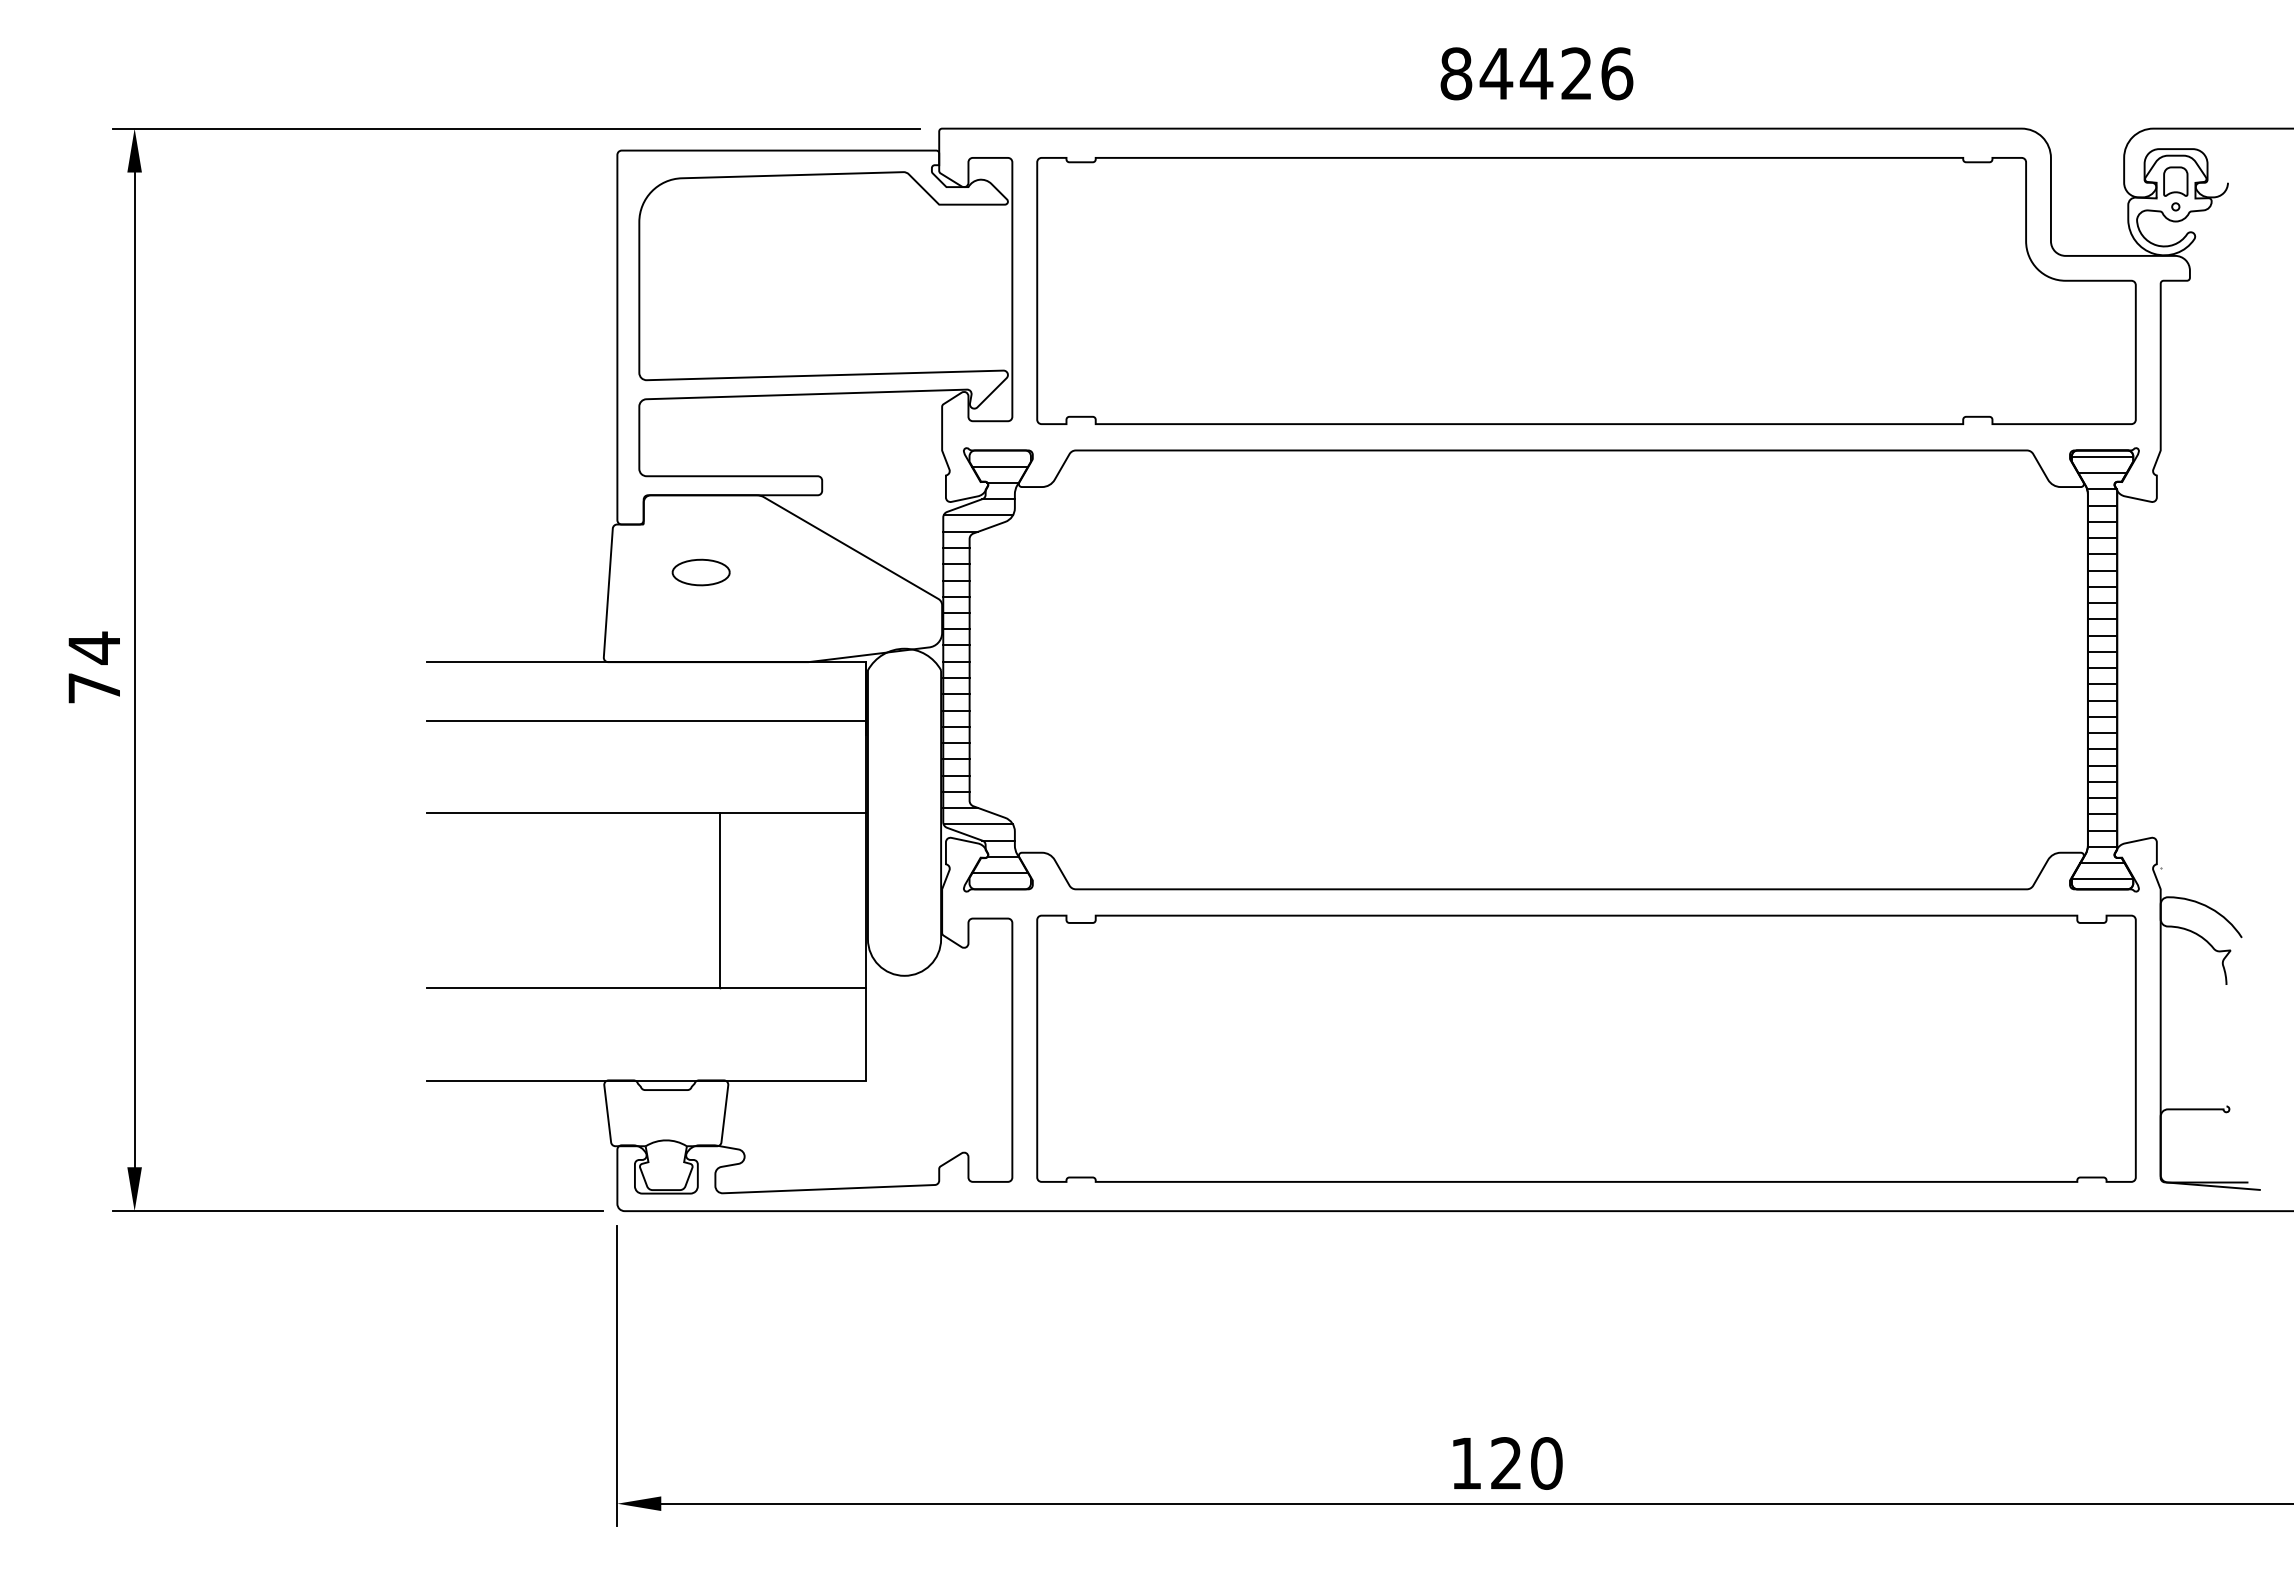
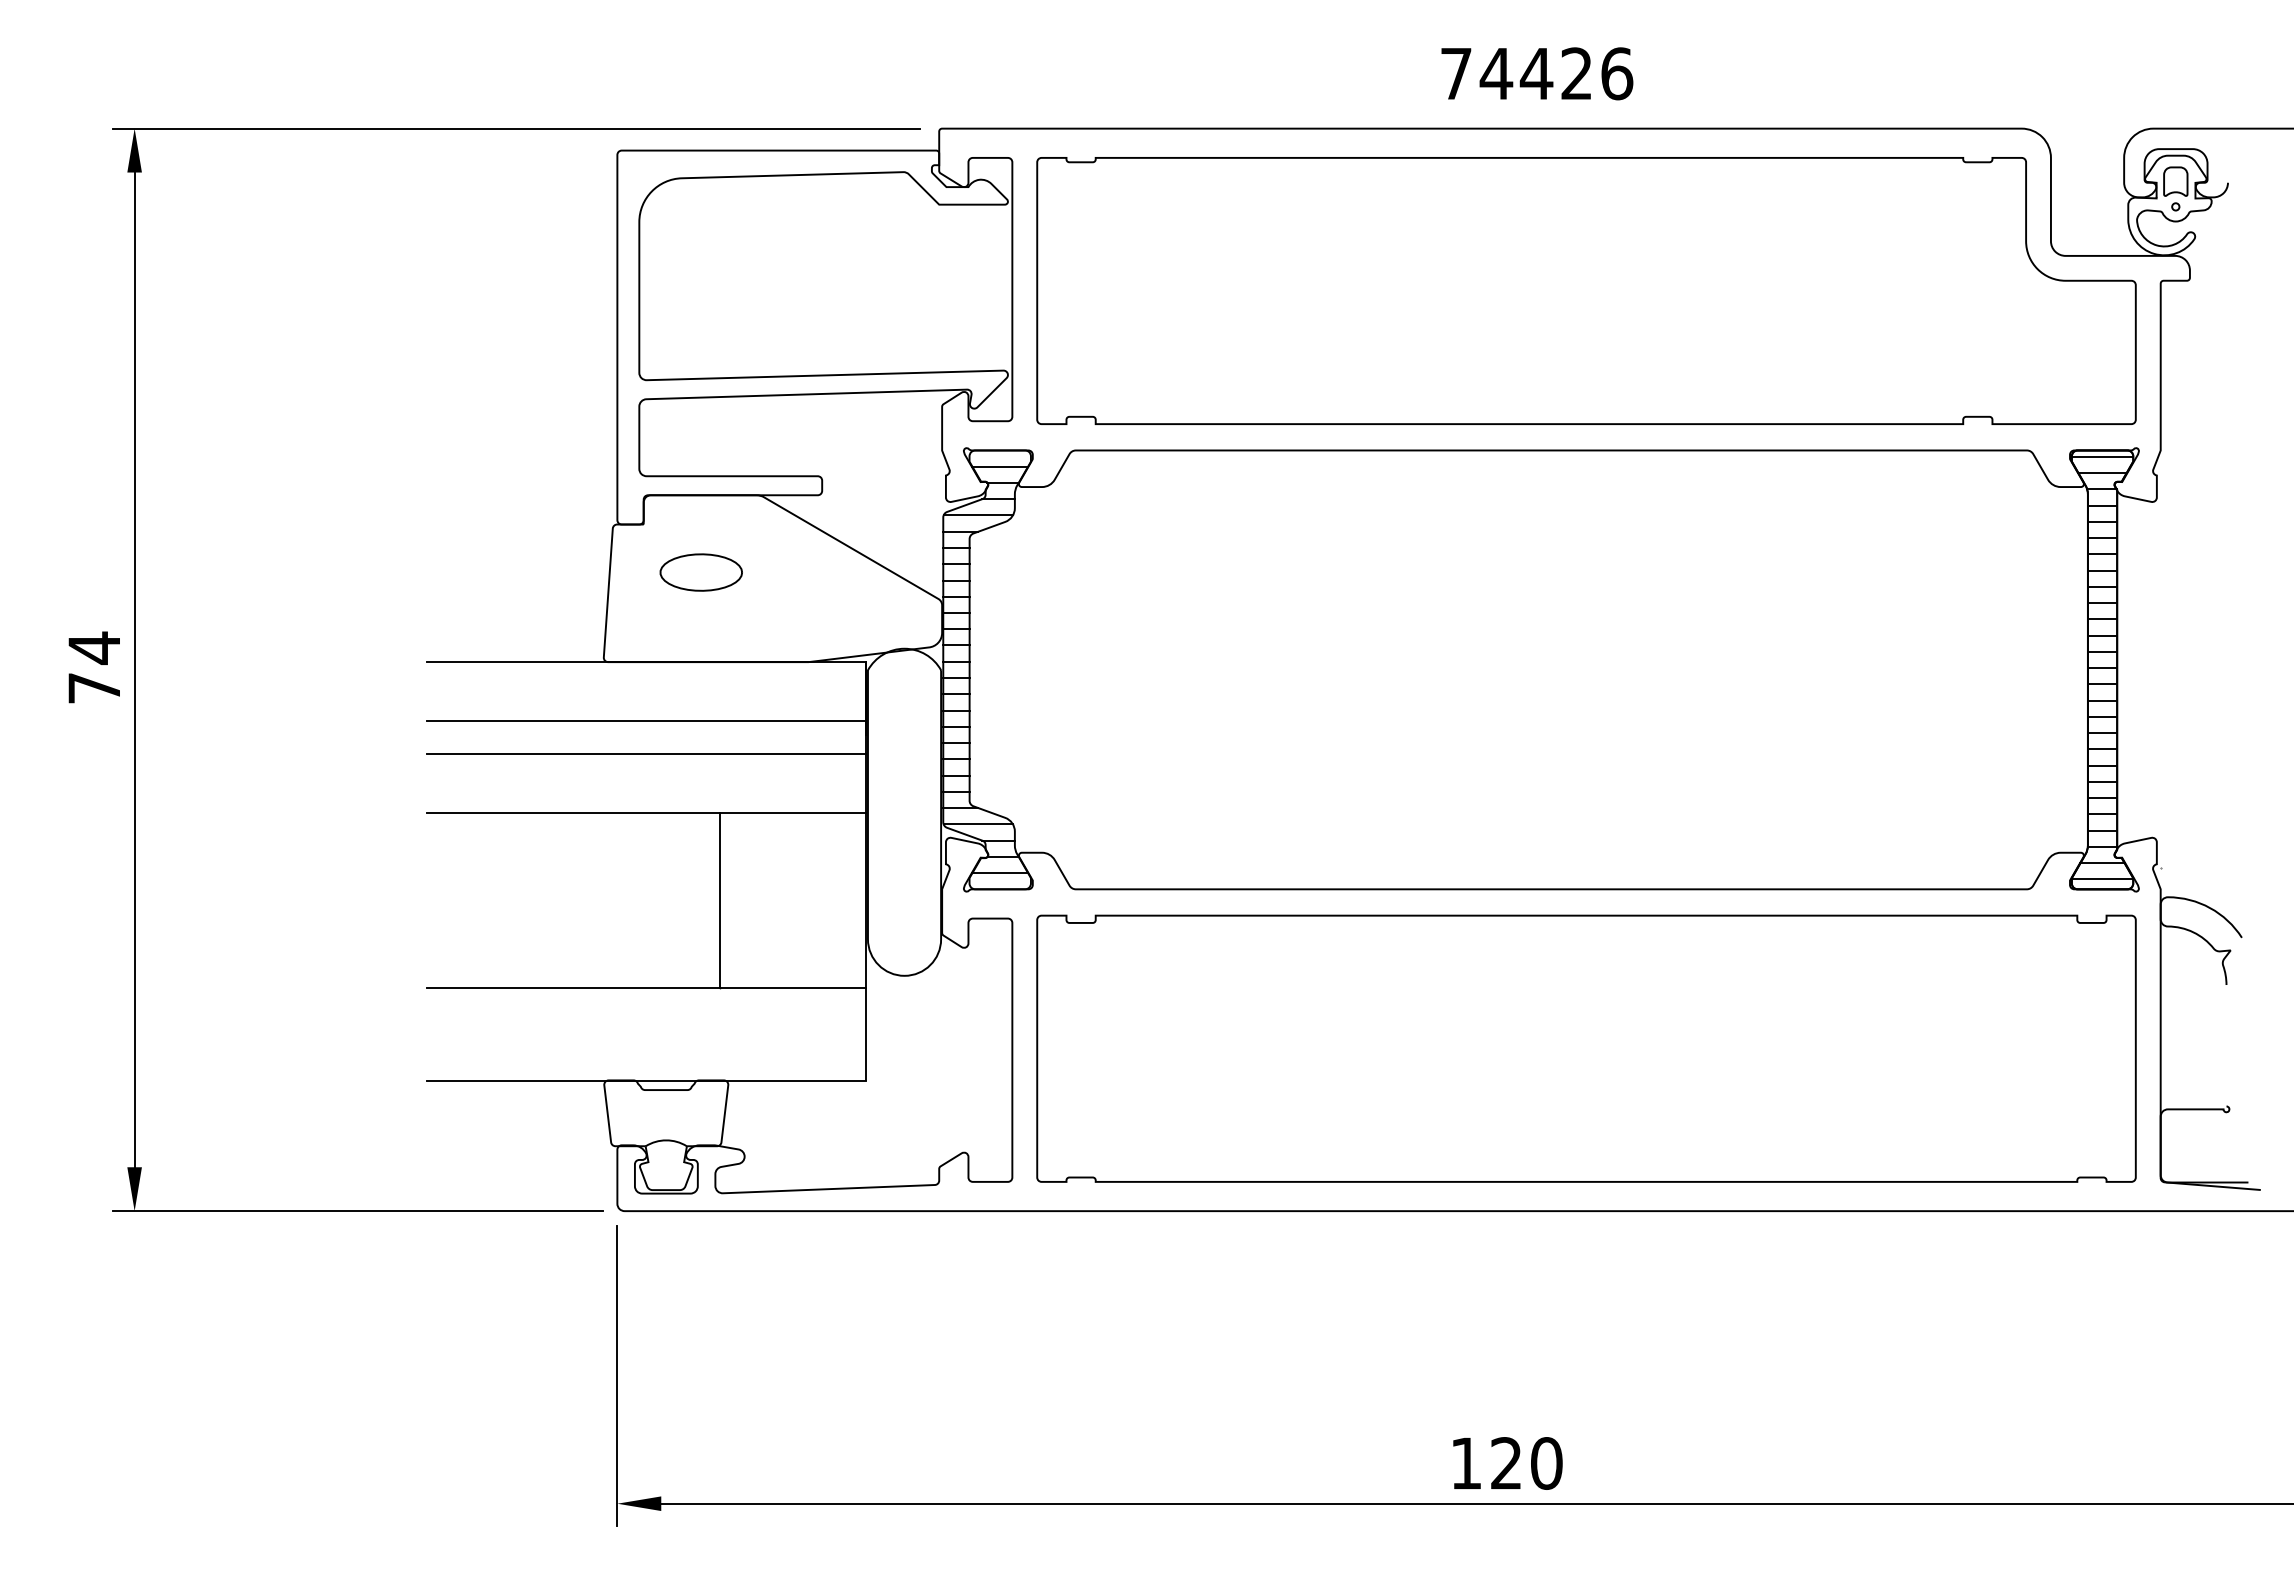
text at (1456, 73): 84426 -> 74426
part at (700, 572) size: 60x29 px -> 84x39 px
line at (646, 754): none -> present
